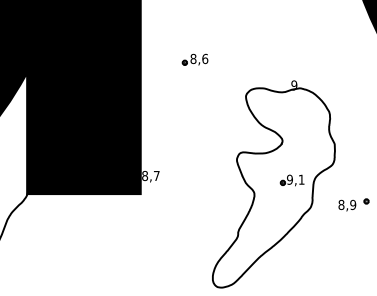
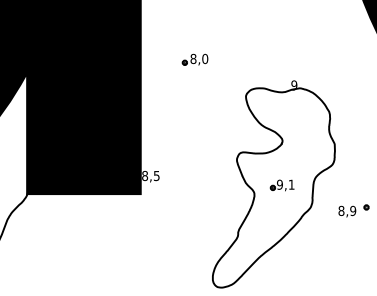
text at (205, 58): 8,6 -> 8,0
text at (156, 176): 8,7 -> 8,5
part at (291, 180) position: (291, 180) -> (281, 185)
part at (353, 204) position: (353, 204) -> (353, 210)
